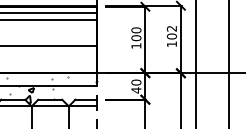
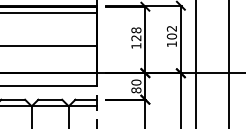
line at (49, 19): present -> none
text at (136, 34): 100 -> 128
hatch at (51, 90): present -> none
text at (136, 90): 40 -> 80
